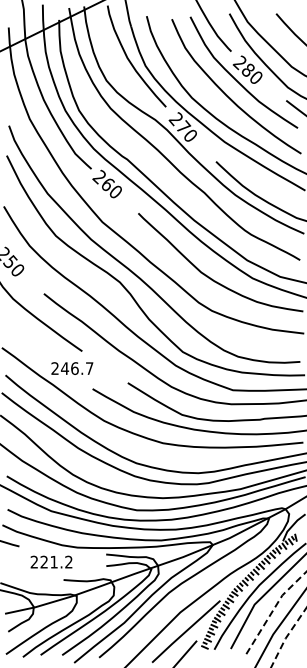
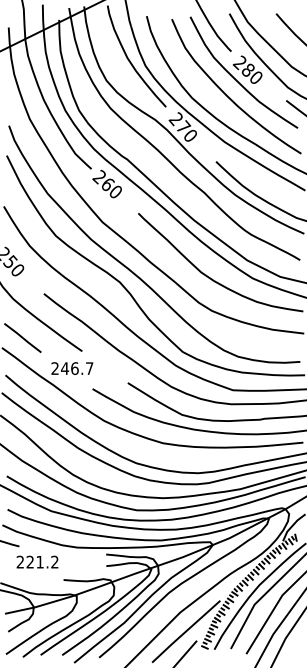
line at (22, 337): none -> present
text at (51, 561) position: (51, 561) -> (37, 561)
line at (273, 609): dashed -> solid
line at (286, 637): dashed -> solid
